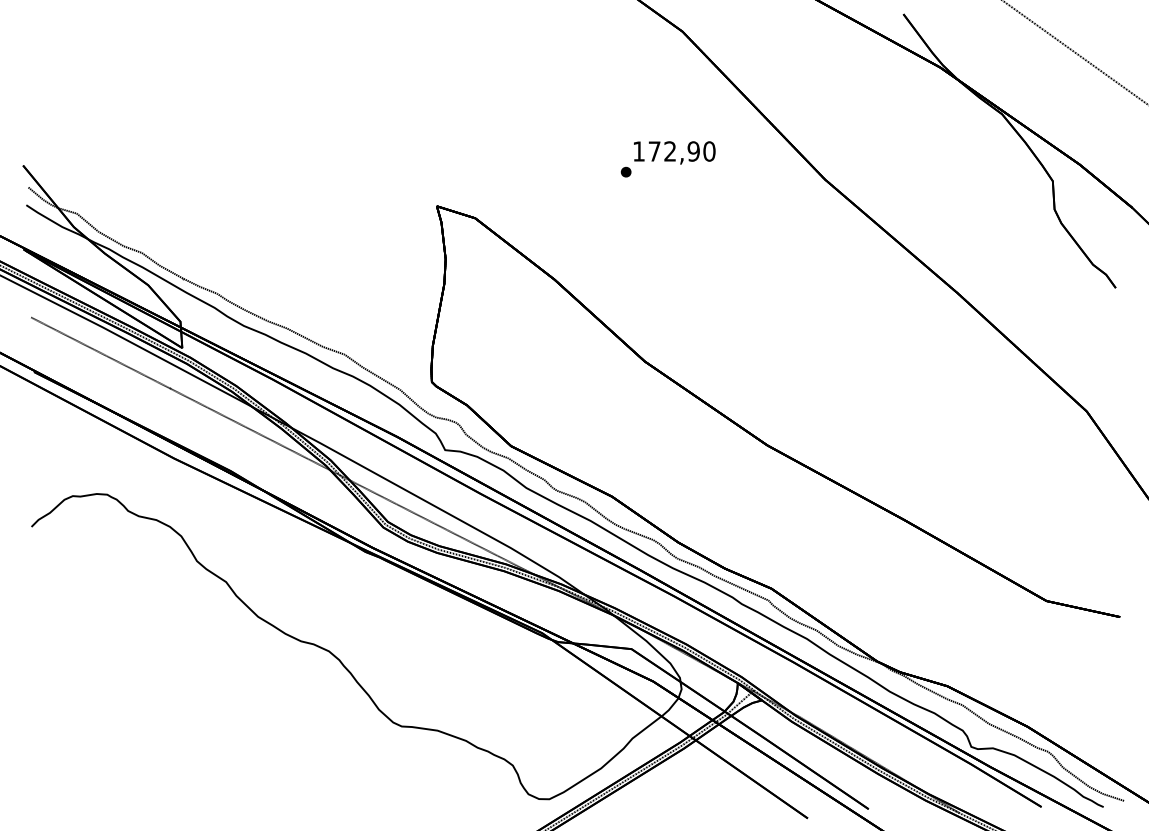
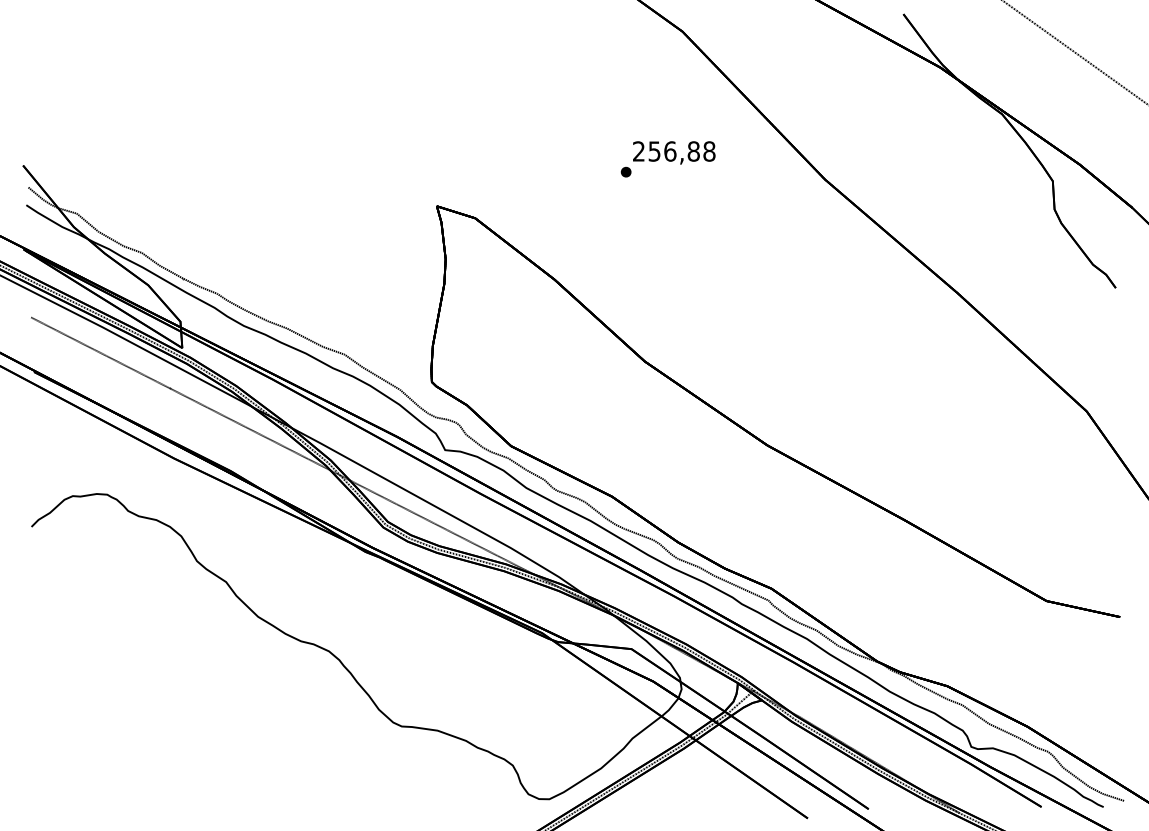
text at (674, 151): 172,90 -> 256,88
